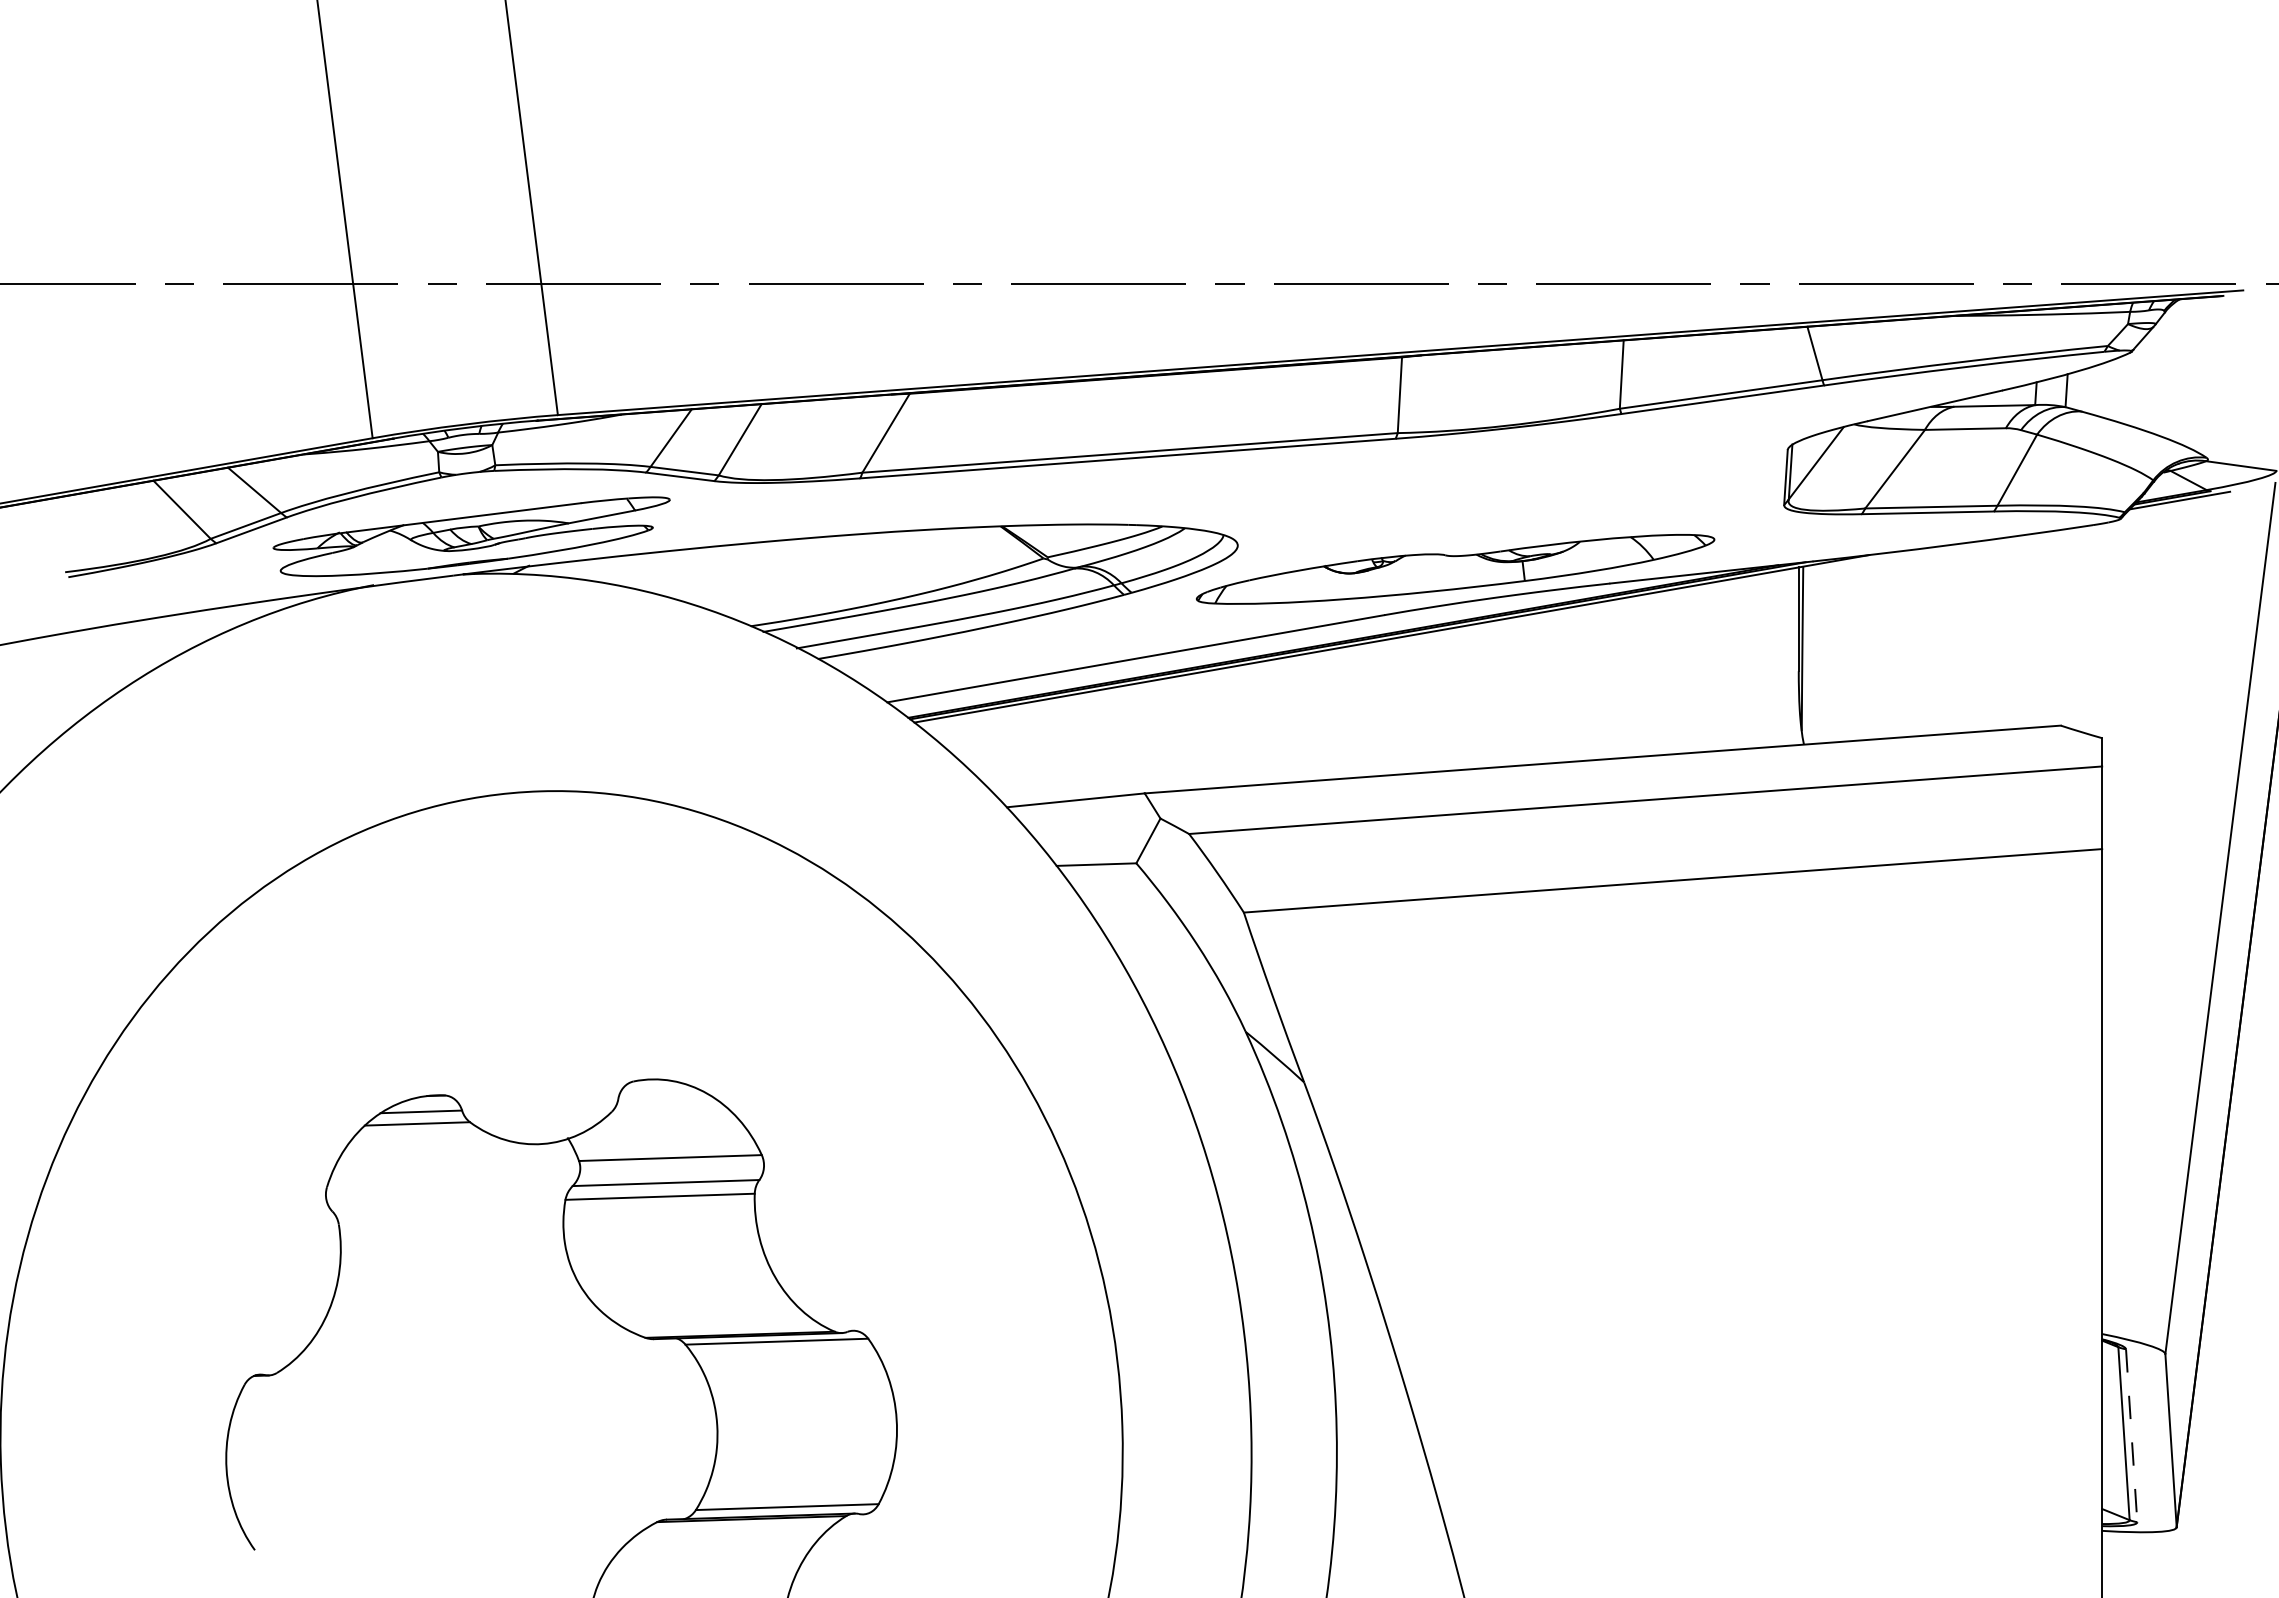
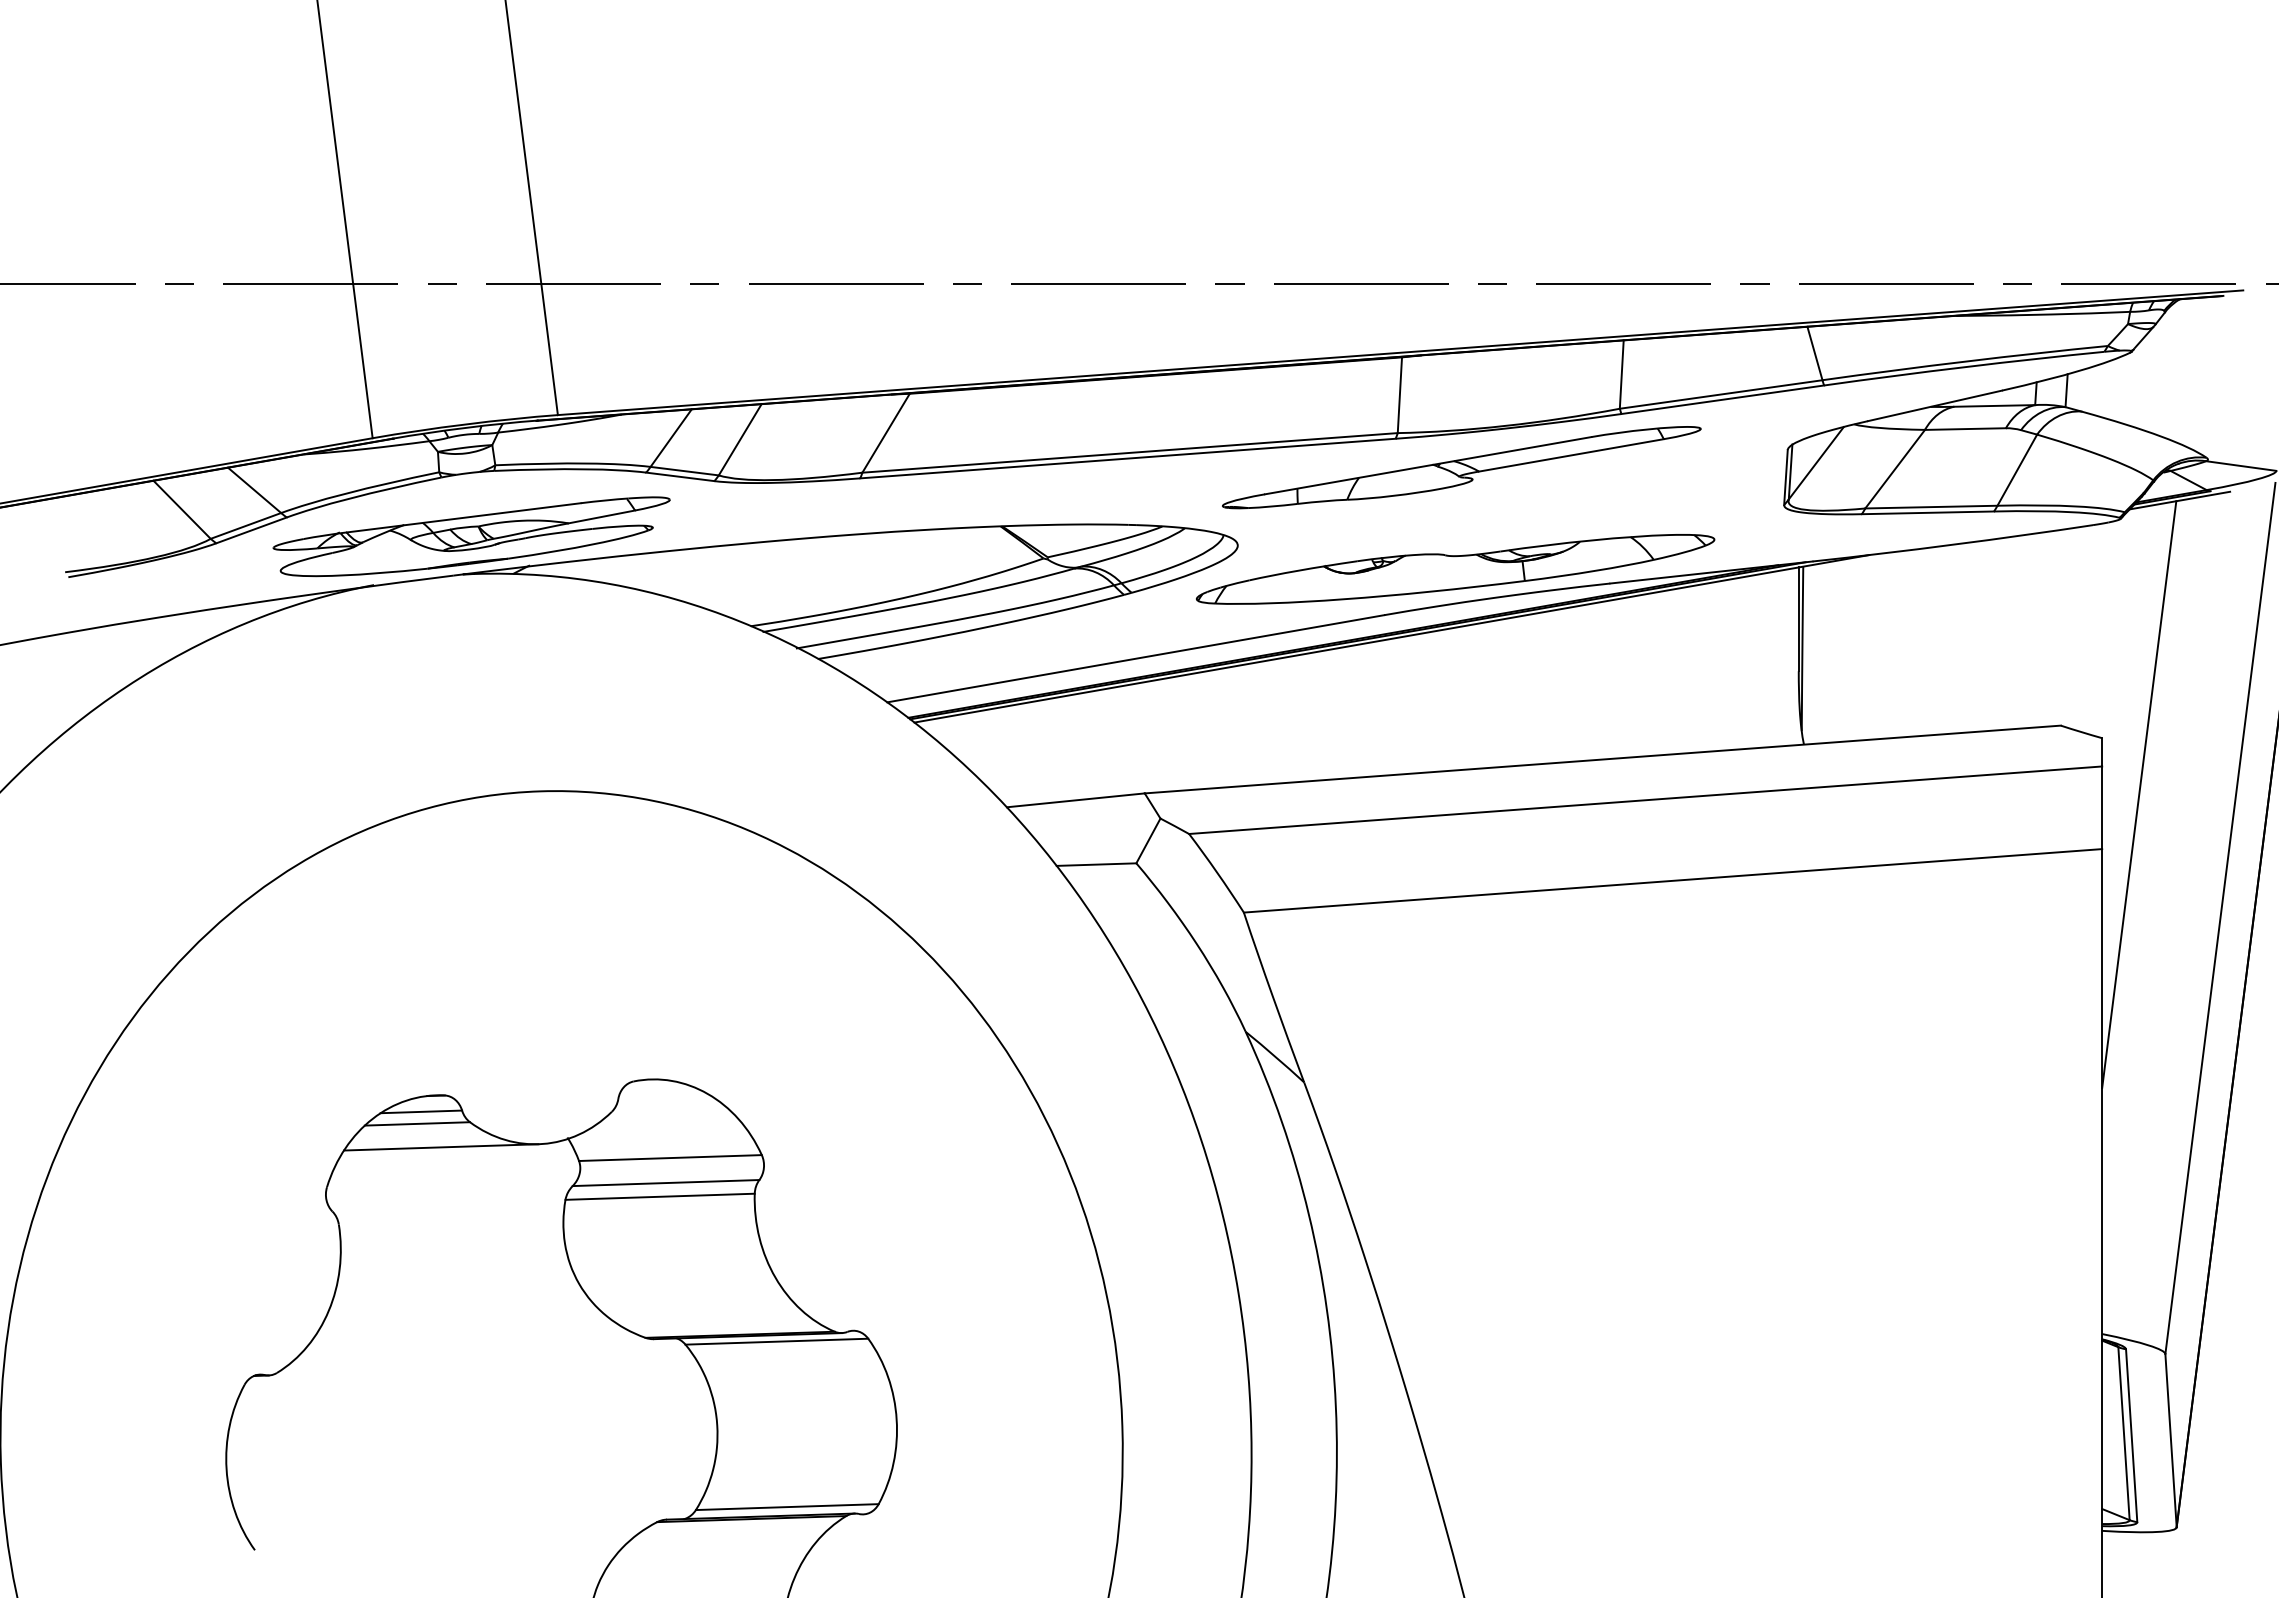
part at (1461, 467): none -> present
line at (2139, 794): none -> present
line at (441, 1147): none -> present
line at (2131, 1435): dashed -> solid
